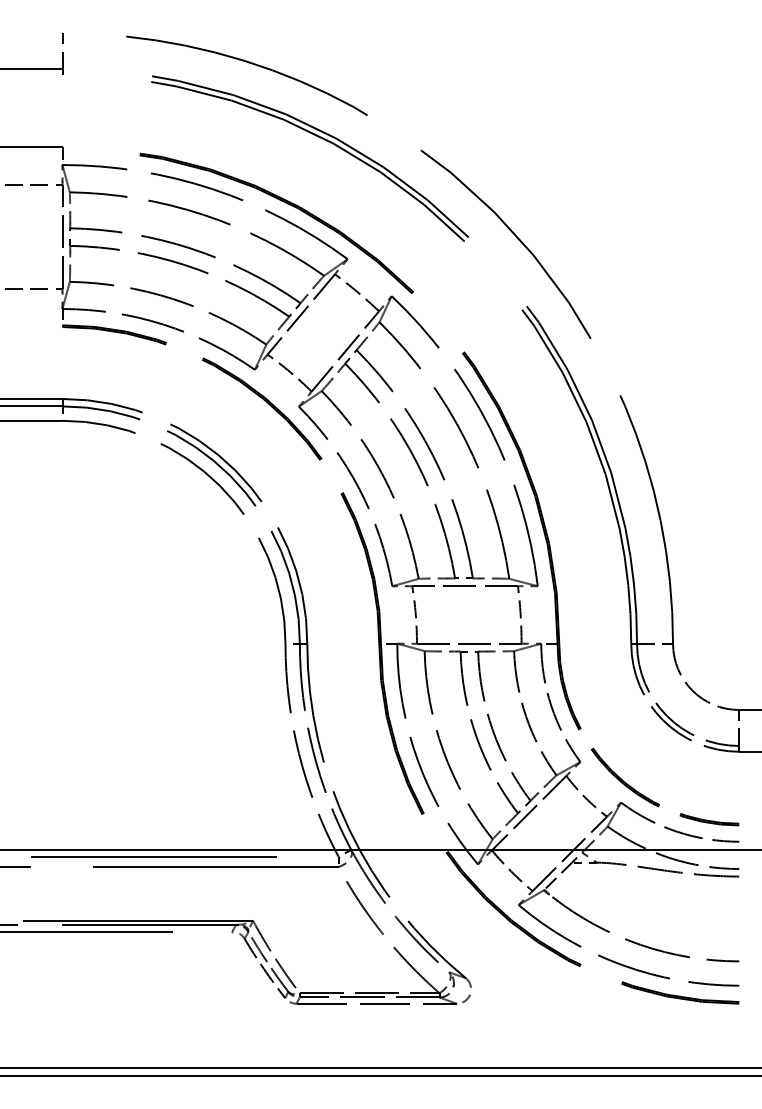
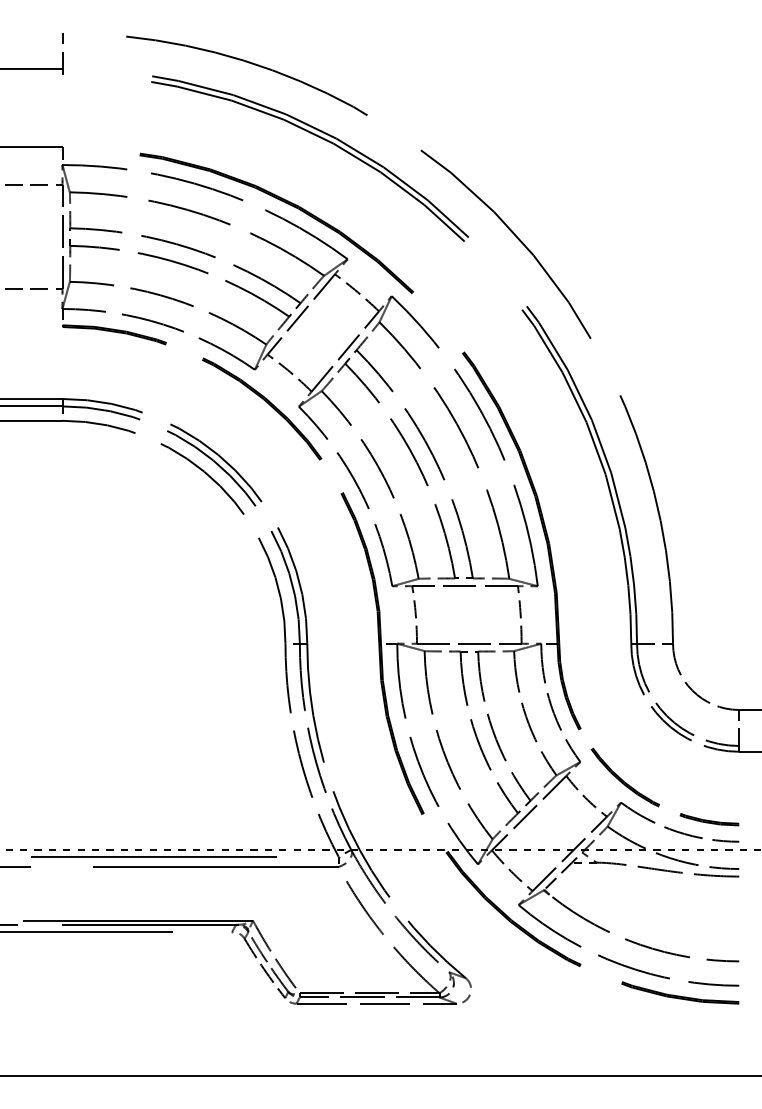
line at (381, 850): solid -> dashed
line at (380, 1068): present -> none
